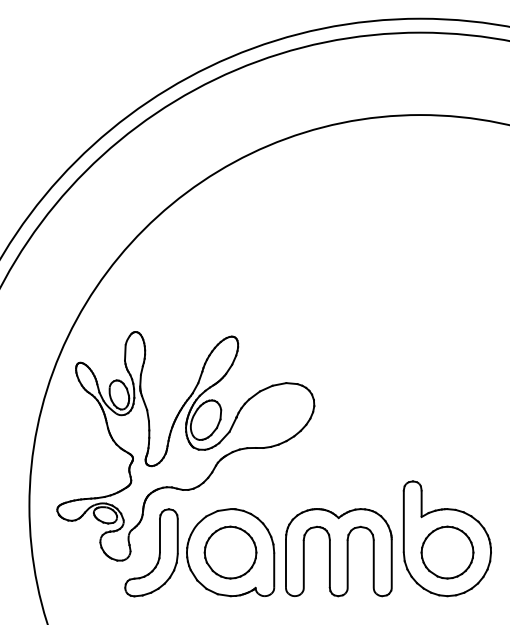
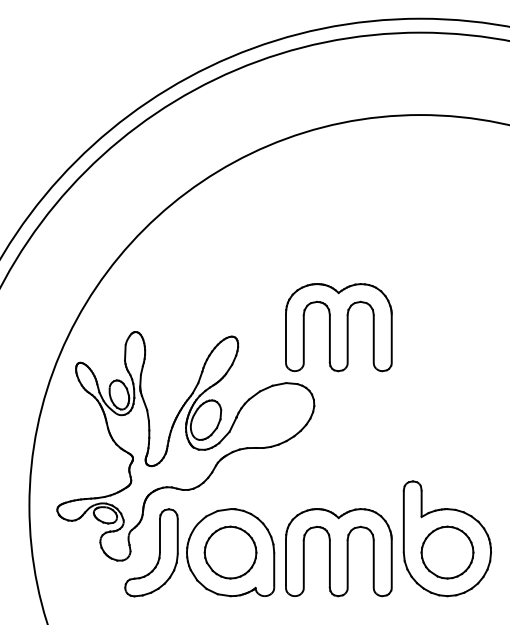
part at (338, 327): none -> present
